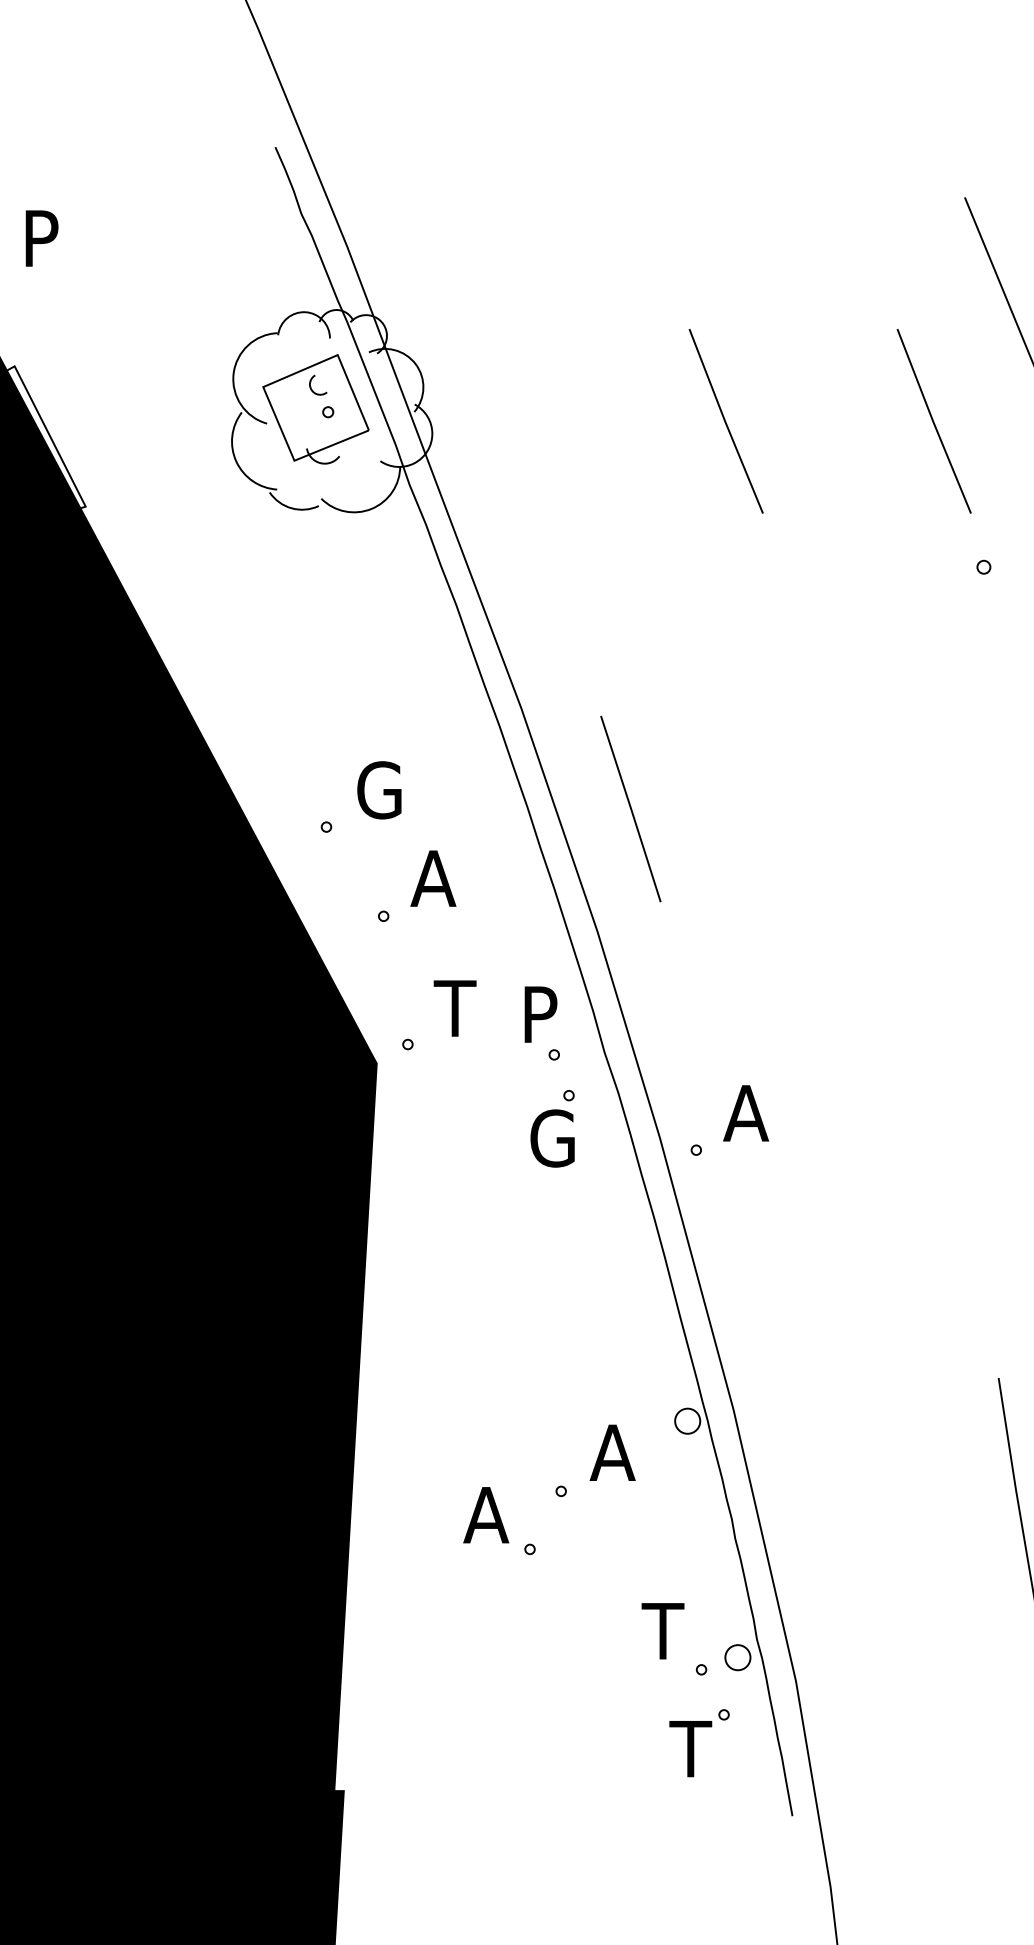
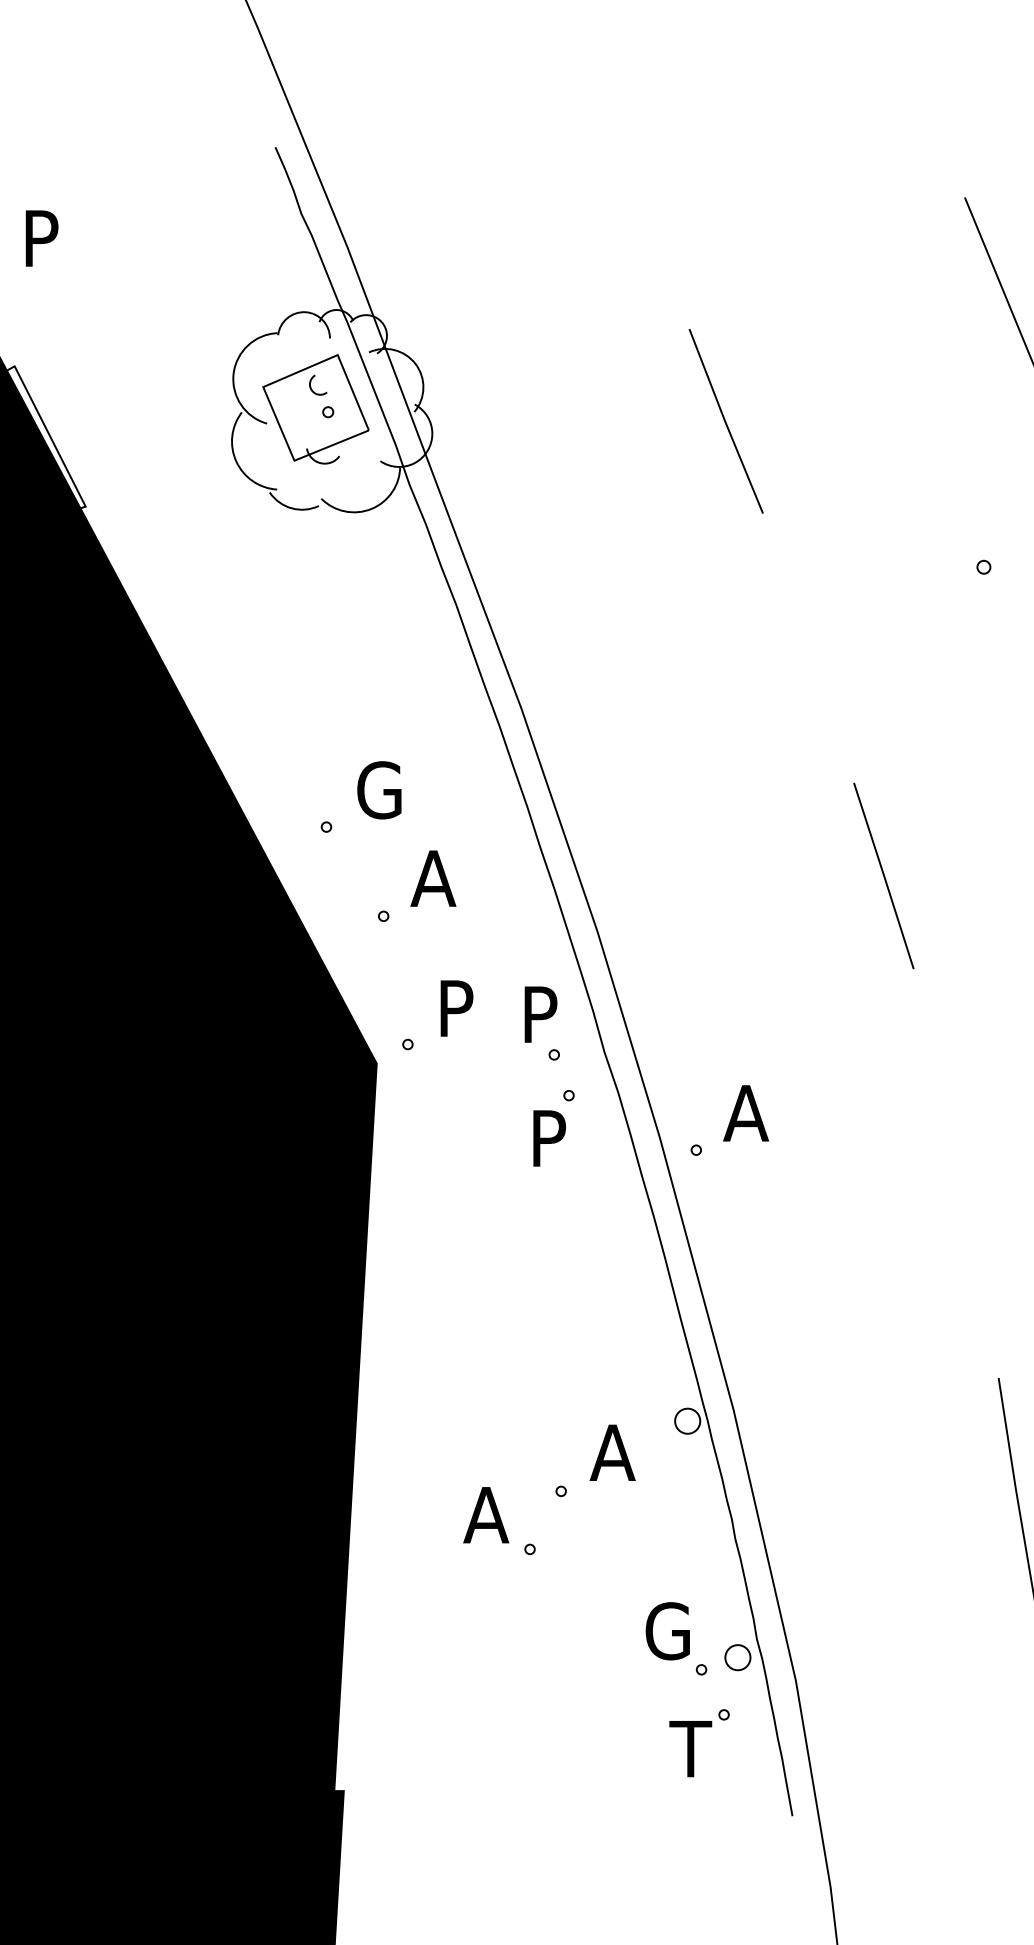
line at (933, 421): present -> none
line at (630, 808) position: (630, 808) -> (883, 875)
text at (454, 1008): T -> P
text at (552, 1138): G -> P
text at (665, 1631): T -> G
